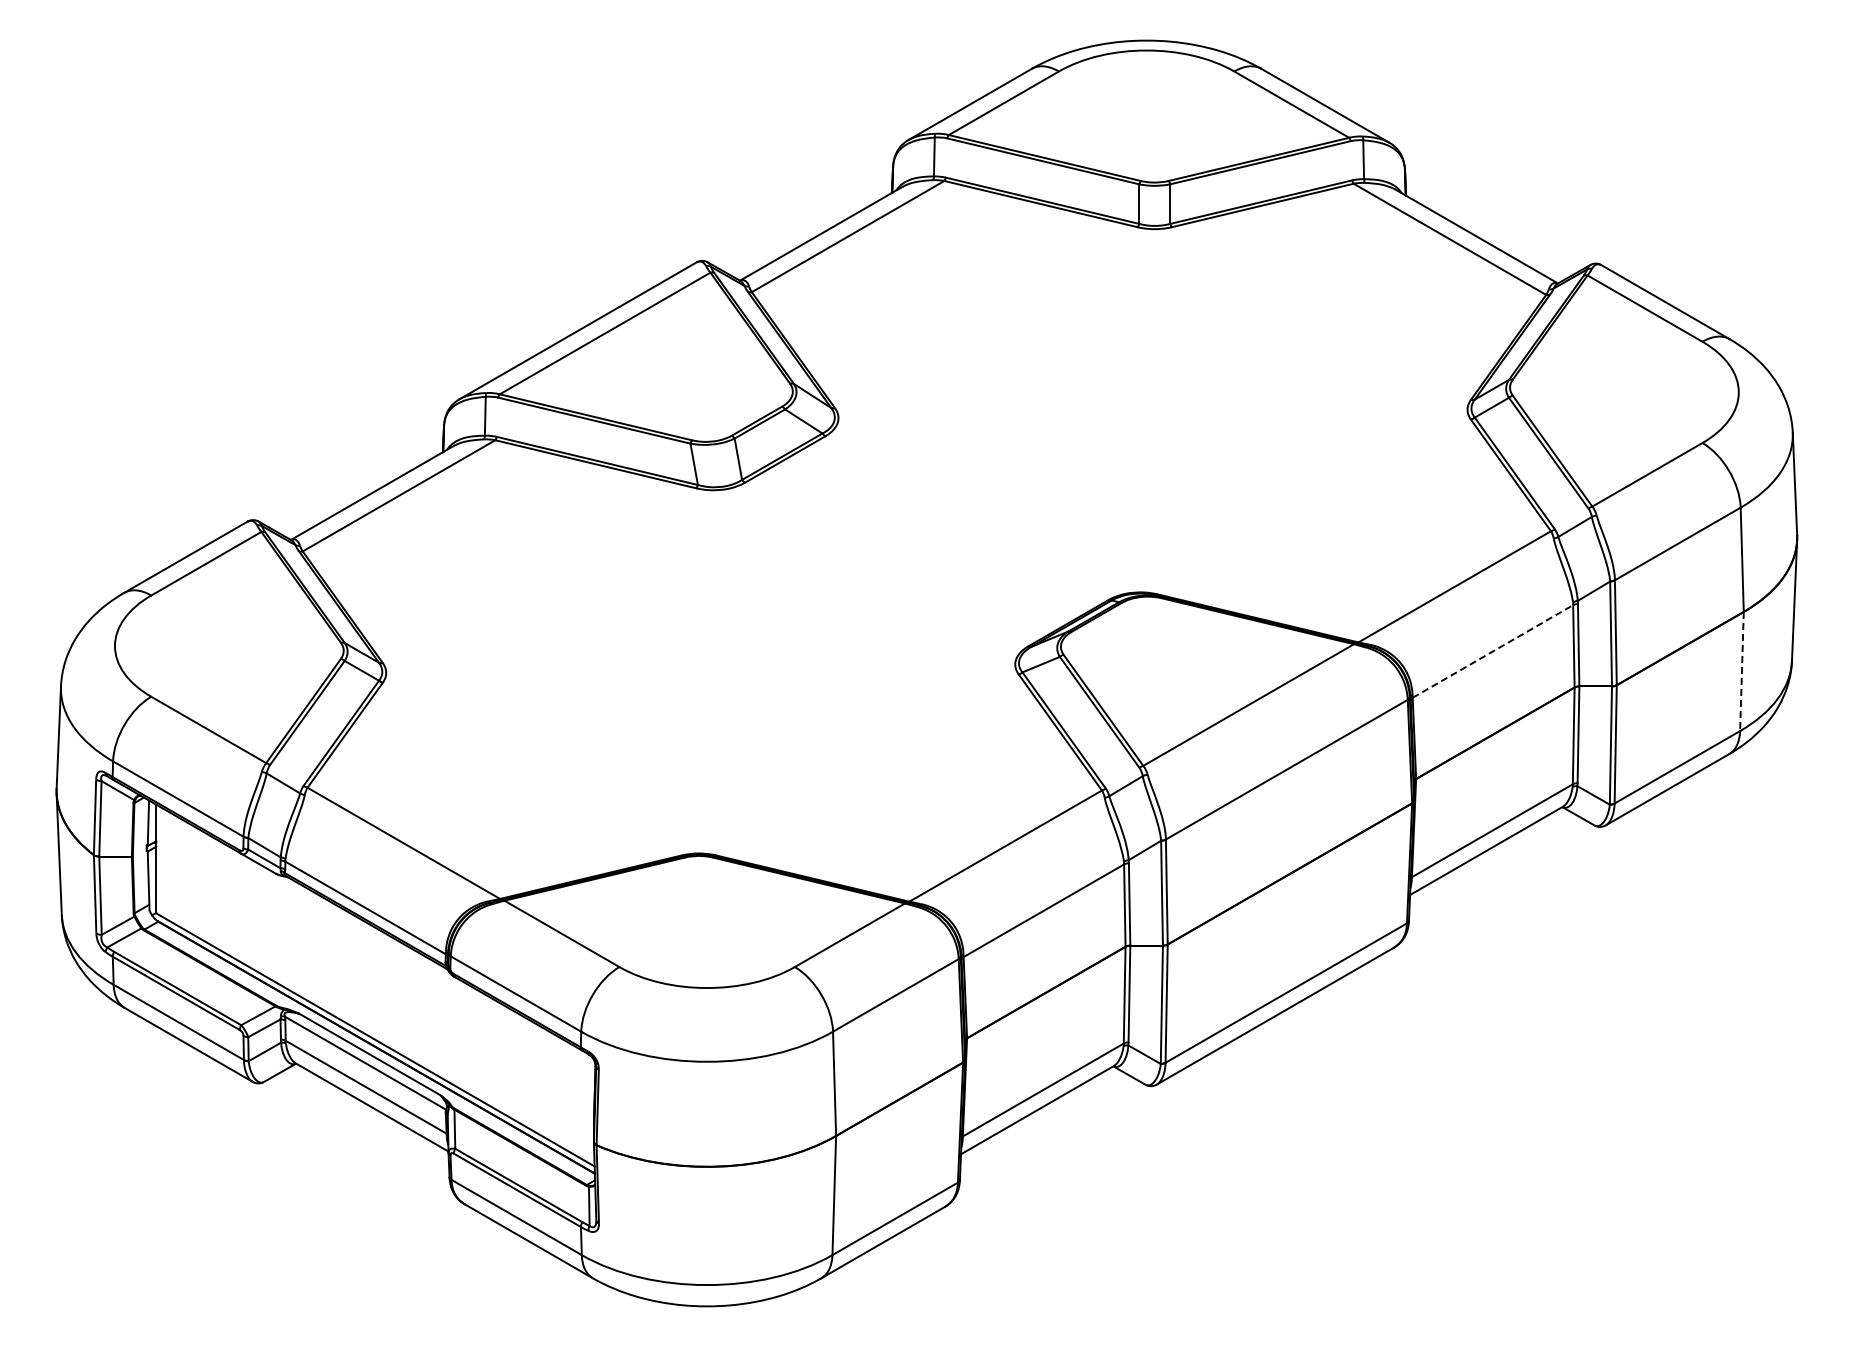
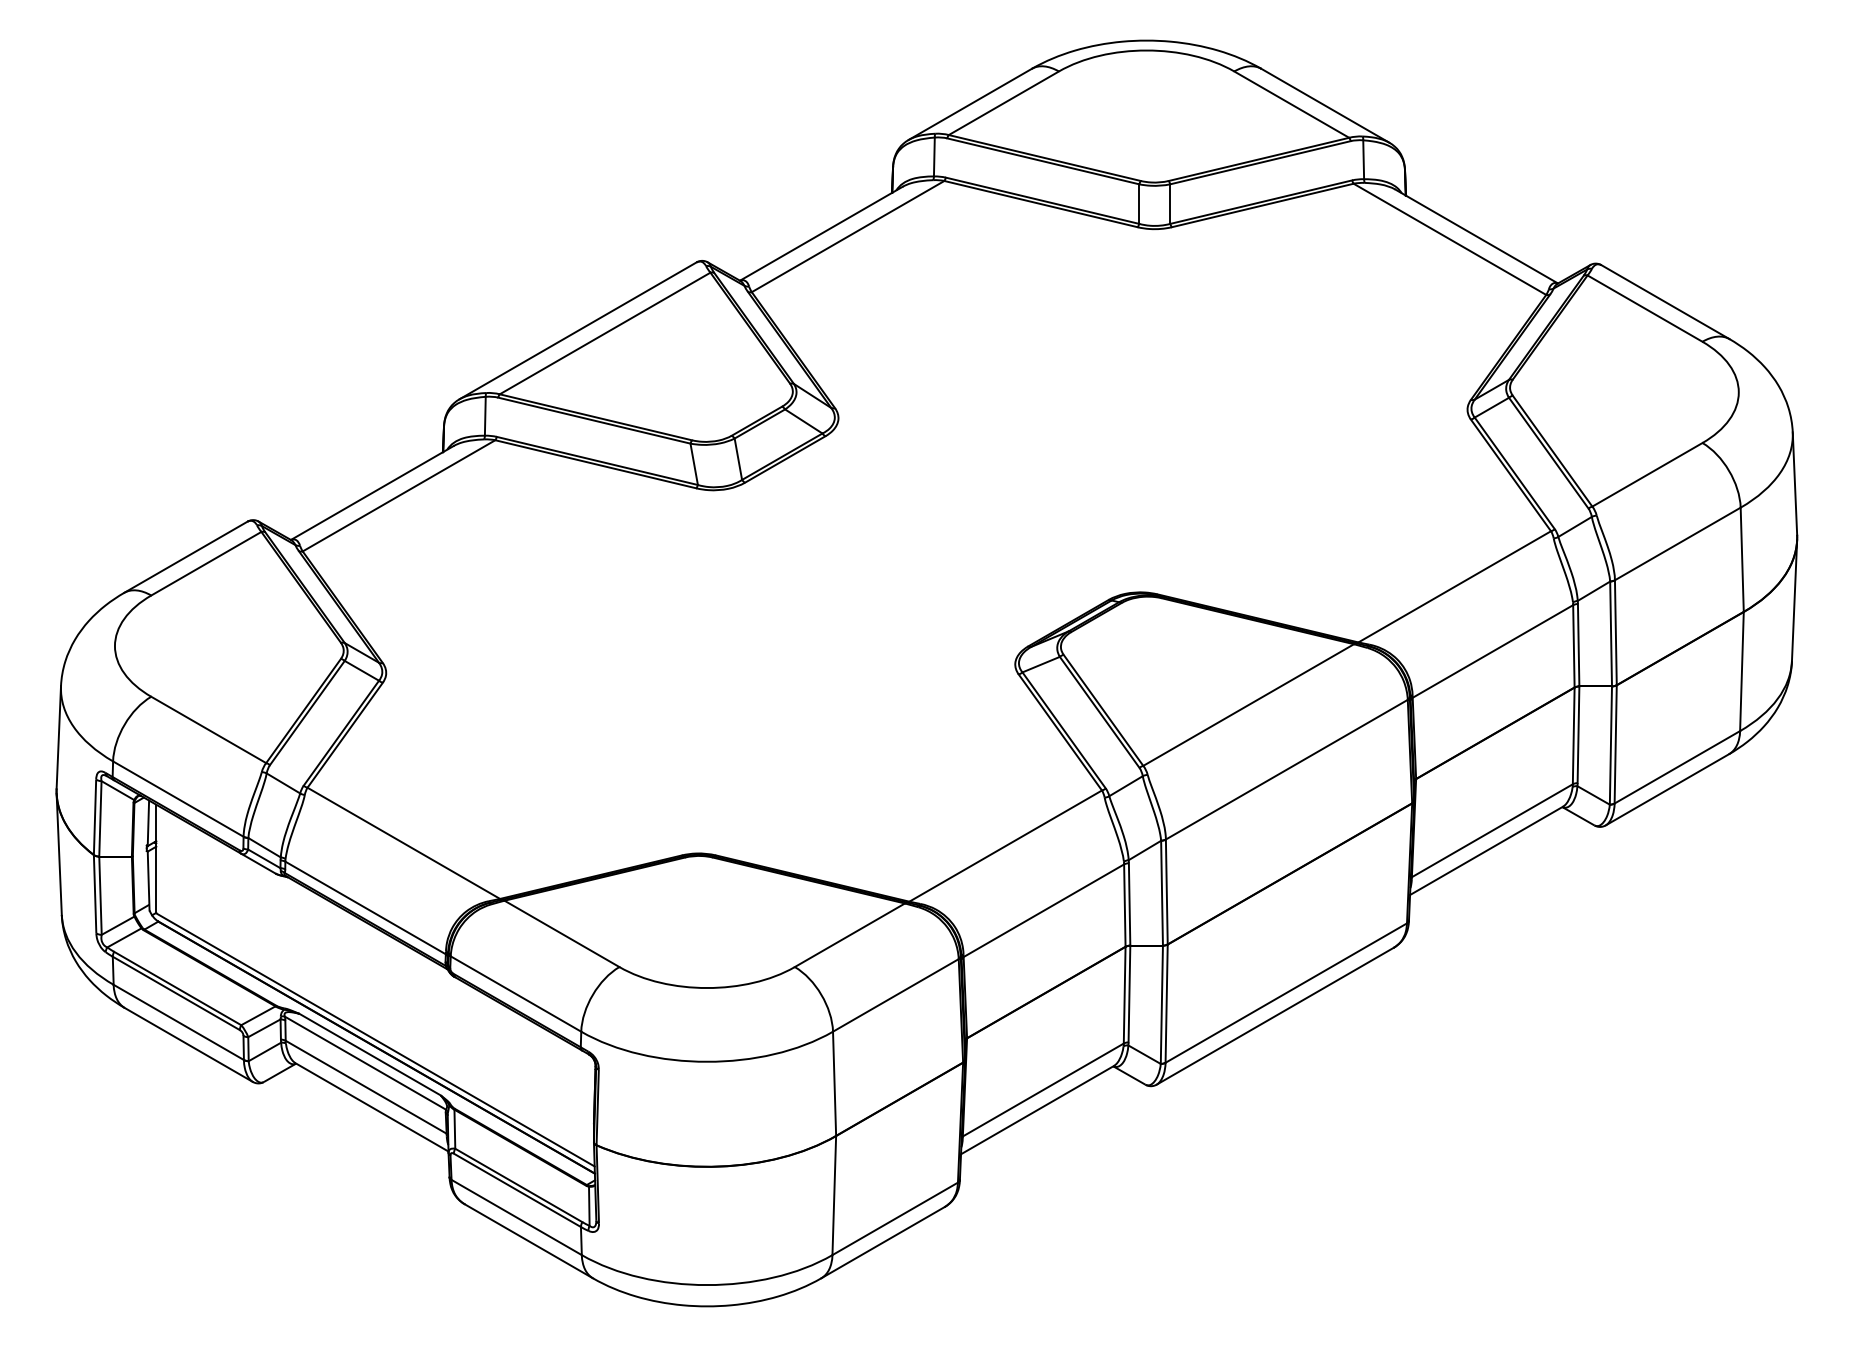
line at (1492, 651): dashed -> solid
line at (1741, 671): dashed -> solid
